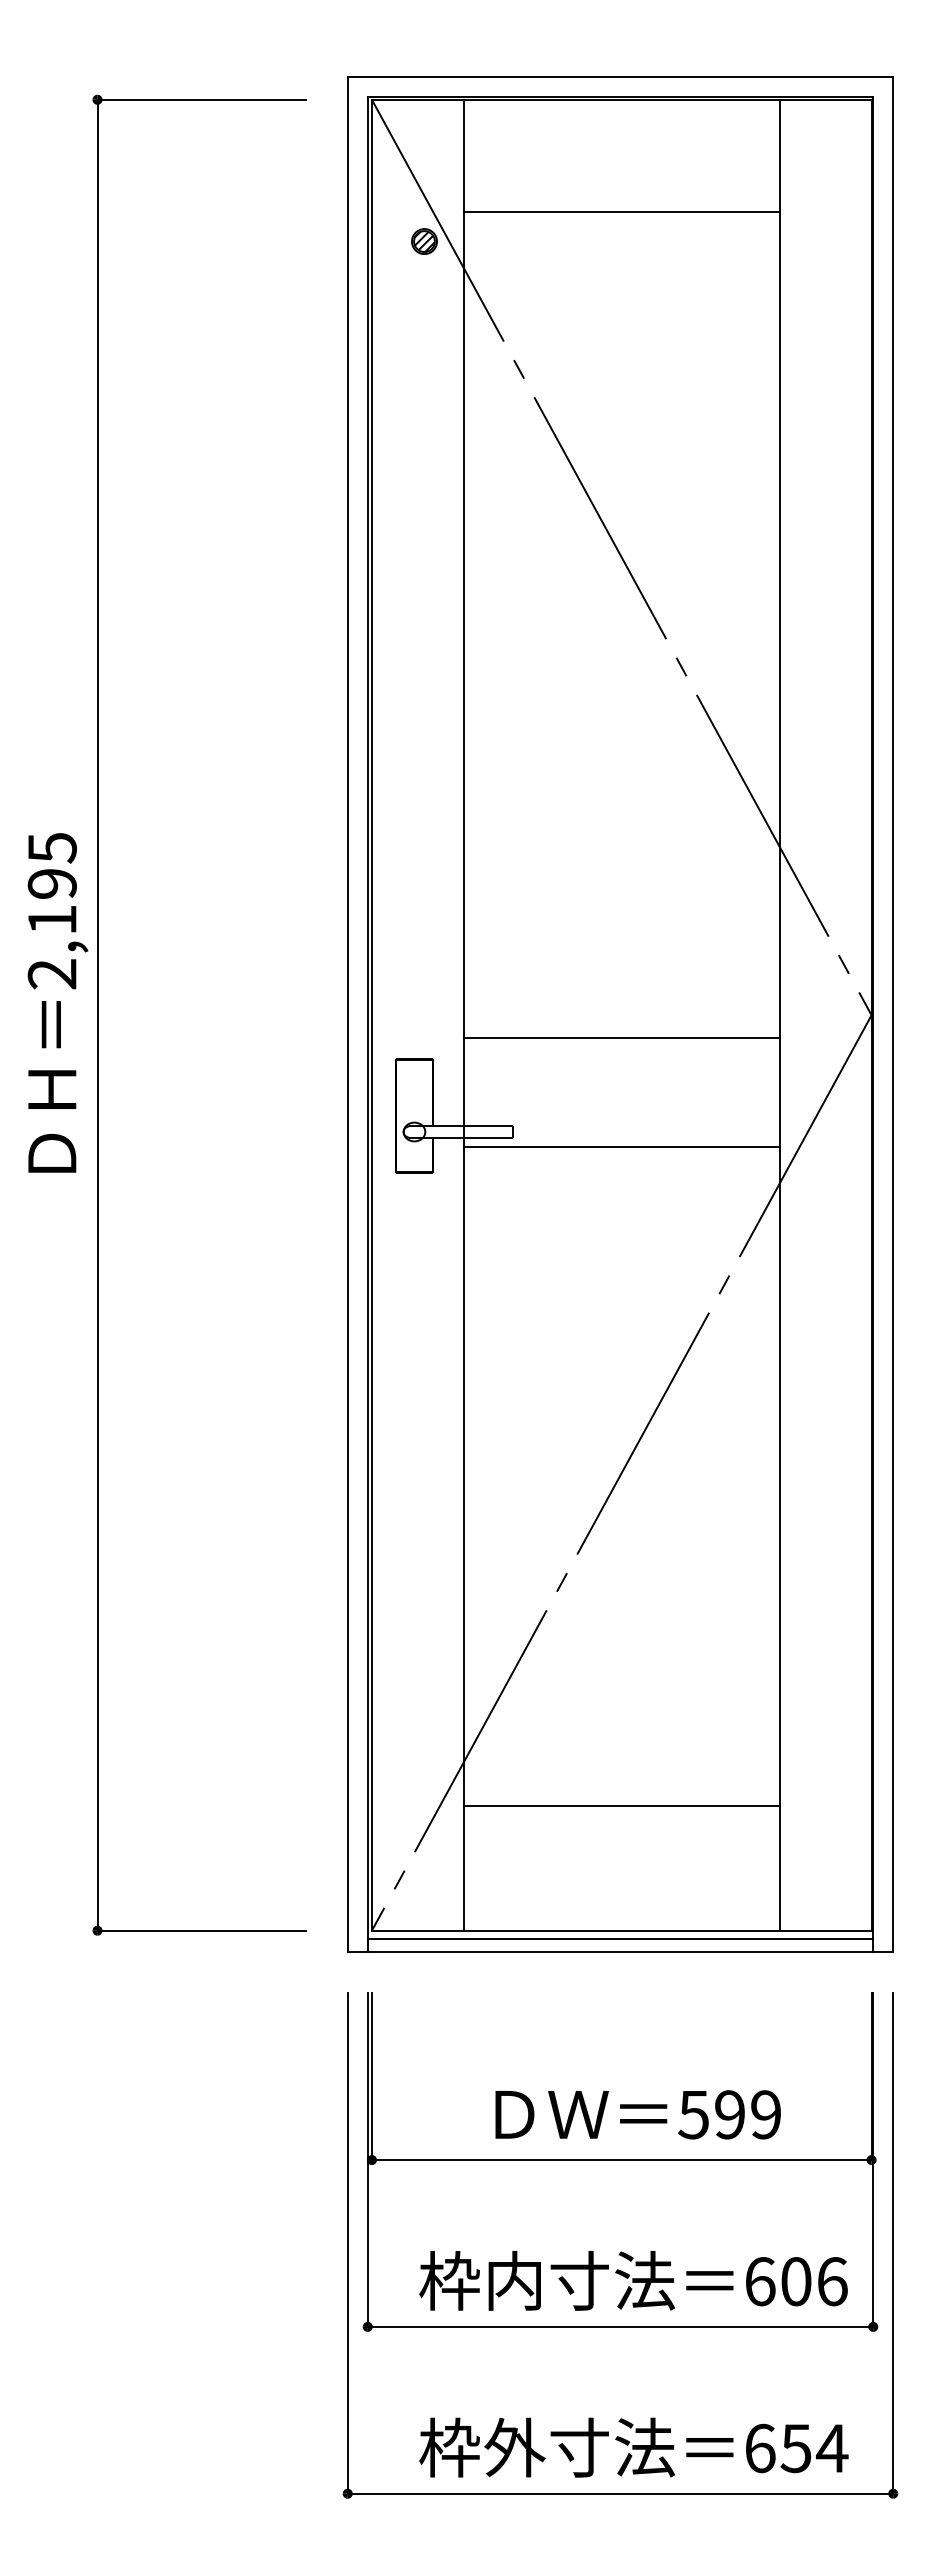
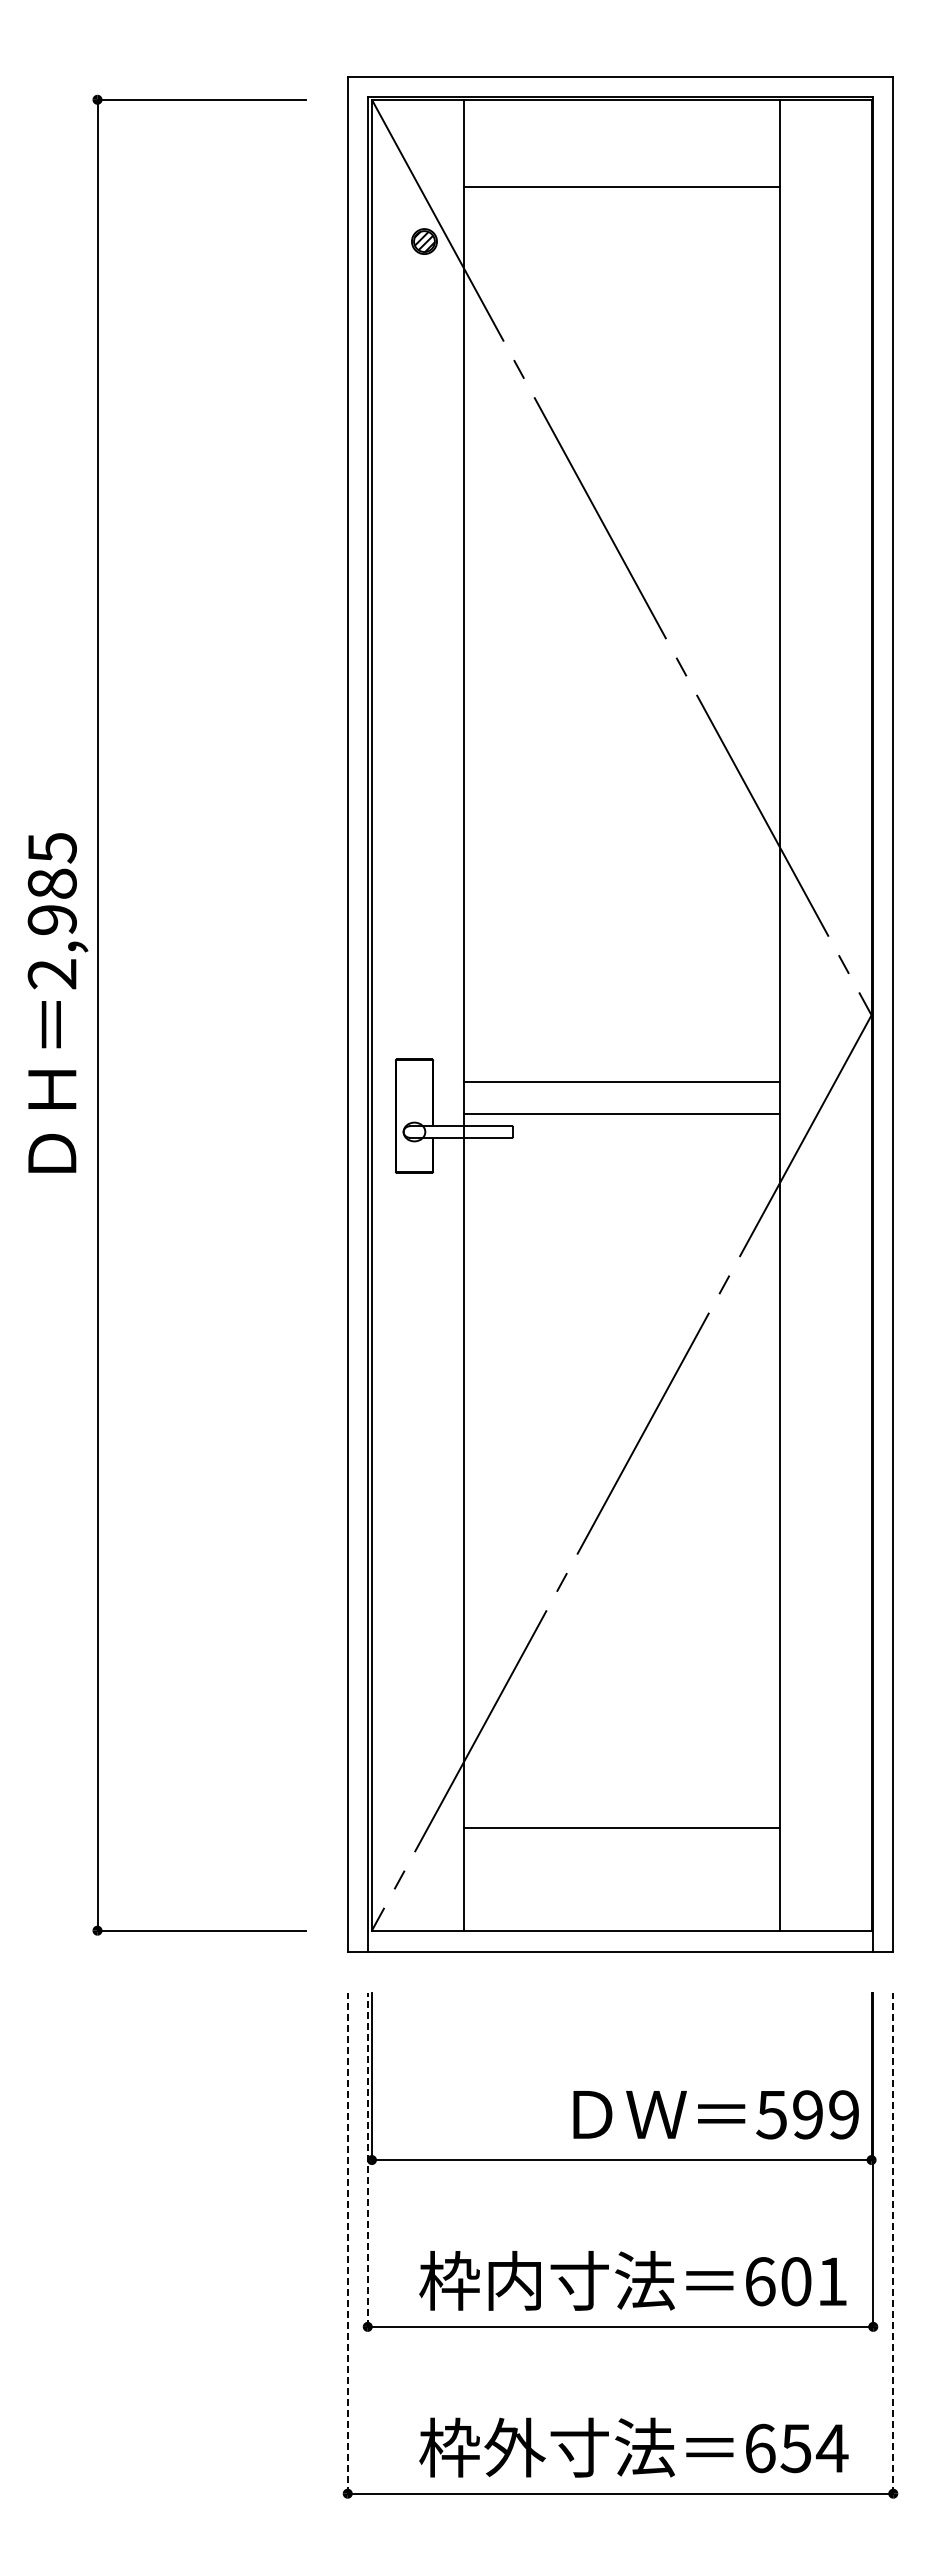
line at (621, 212) position: (621, 212) -> (621, 187)
text at (51, 901): 2,195 -> 2,985
line at (621, 1038) position: (621, 1038) -> (621, 1082)
line at (621, 1146) position: (621, 1146) -> (621, 1113)
line at (621, 1805) position: (621, 1805) -> (621, 1827)
line at (620, 1939): present -> none
text at (637, 2114) position: (637, 2114) -> (715, 2114)
line at (367, 2160): solid -> dashed
line at (347, 2242): solid -> dashed
line at (893, 2242): solid -> dashed
text at (832, 2281): 606 -> 601
